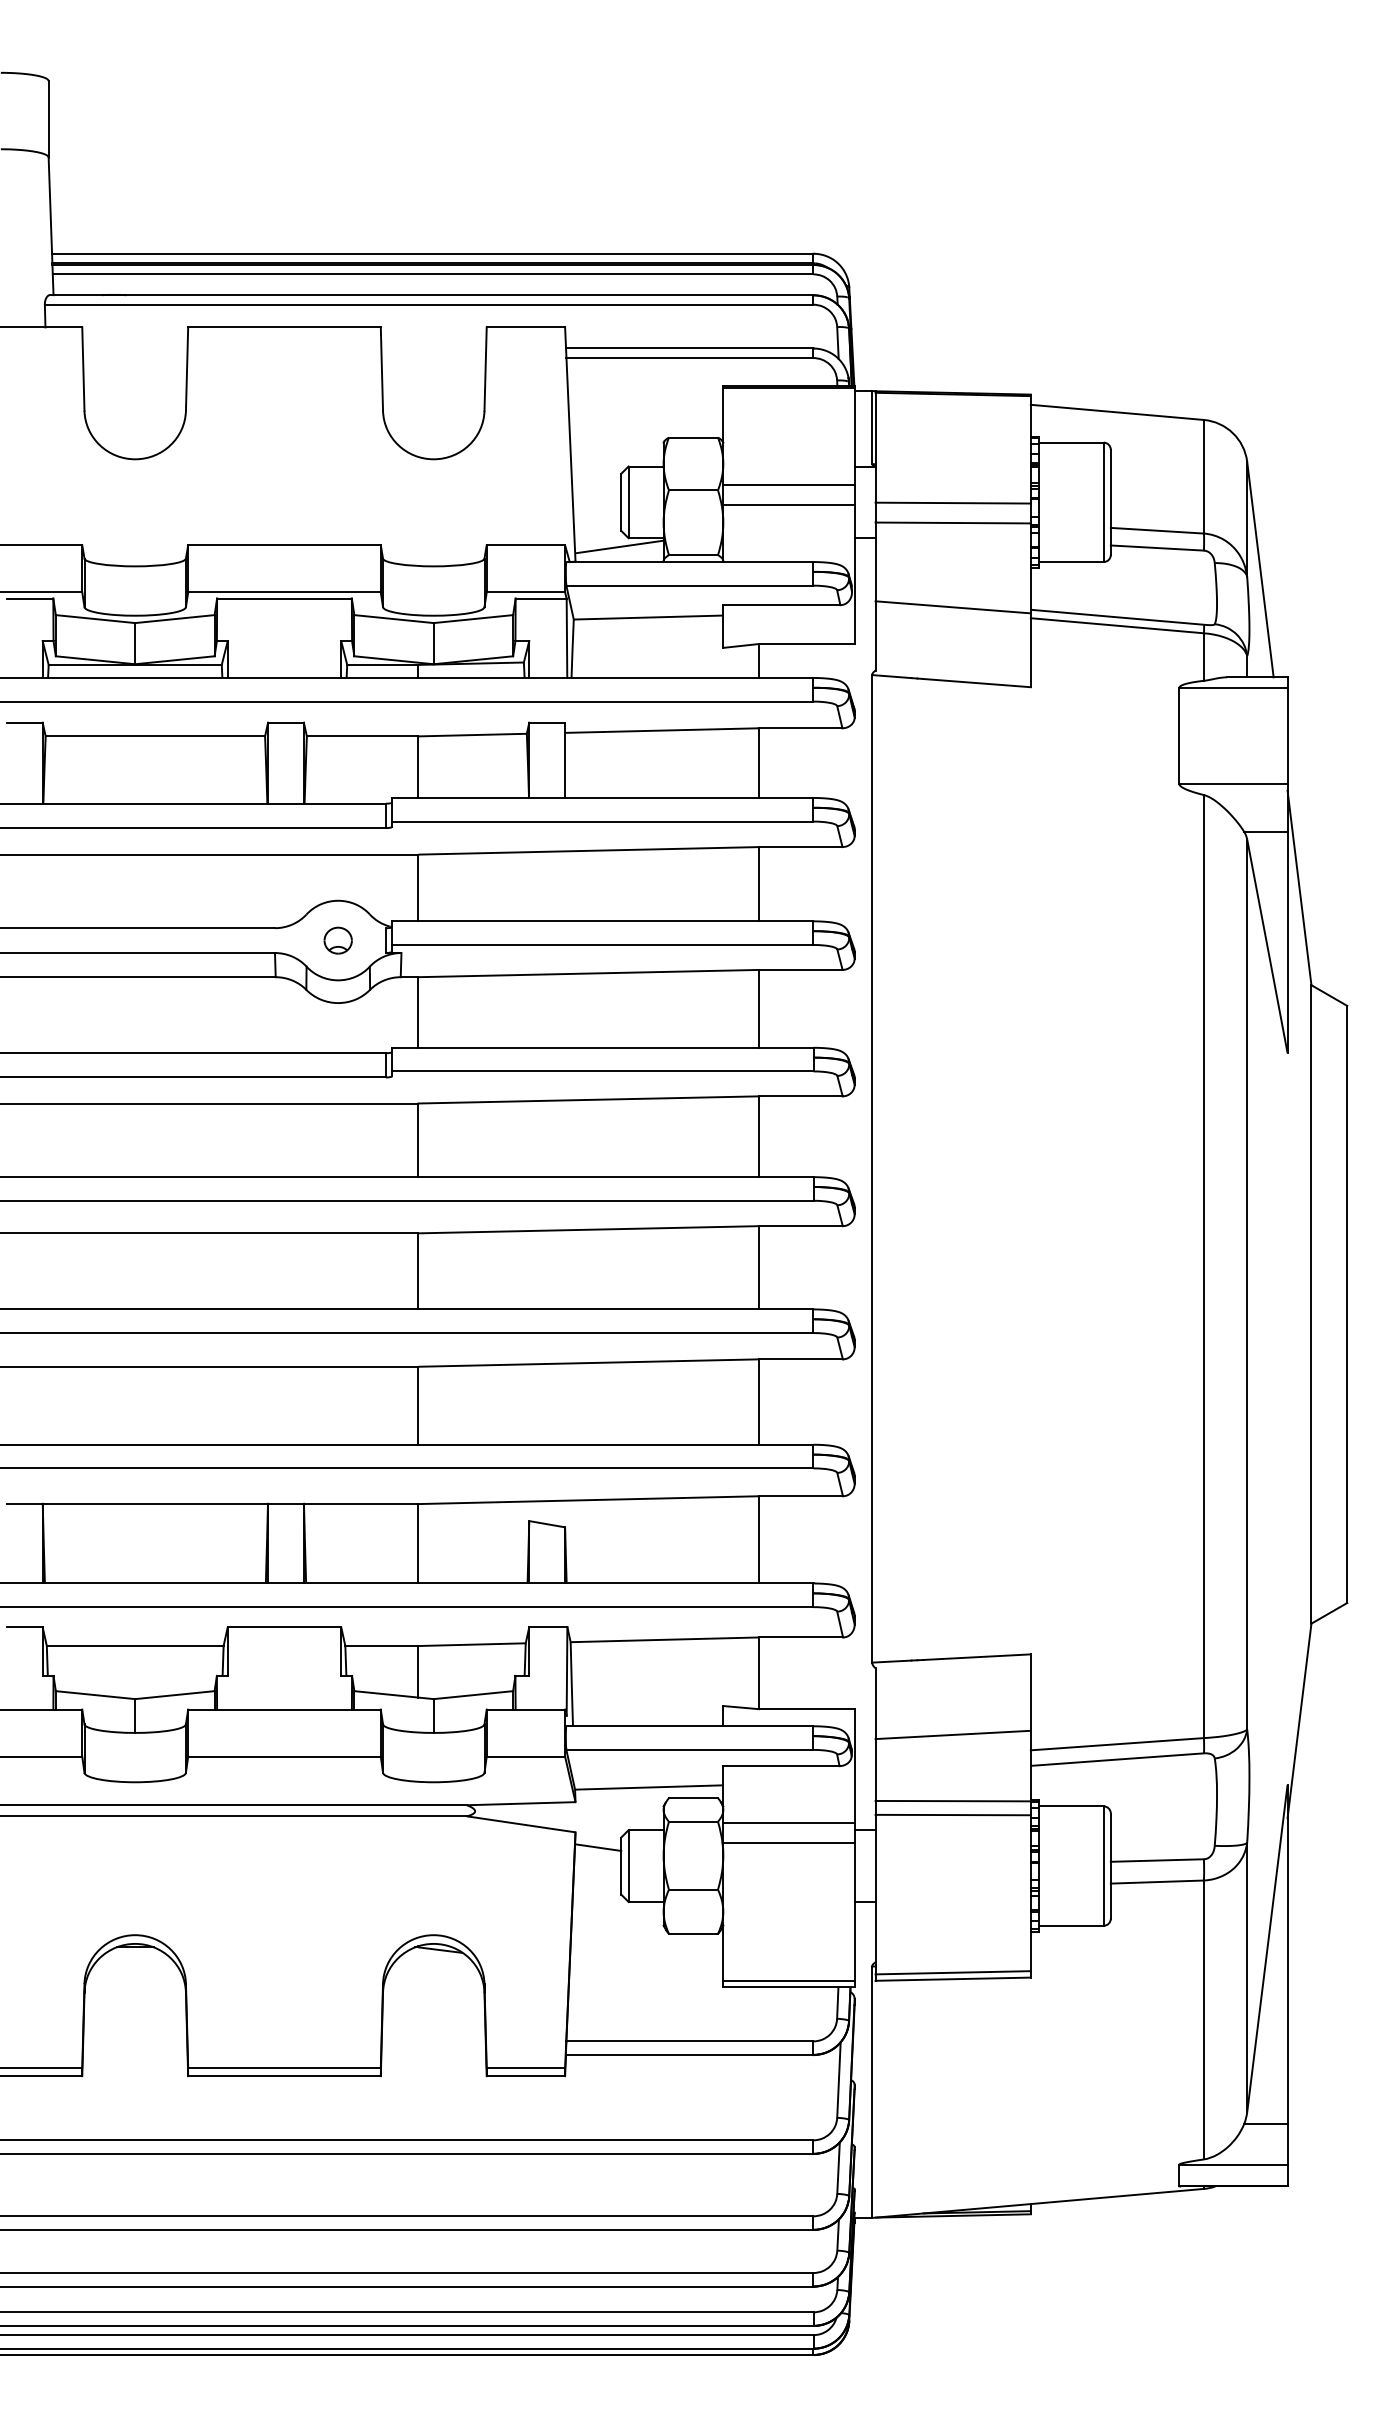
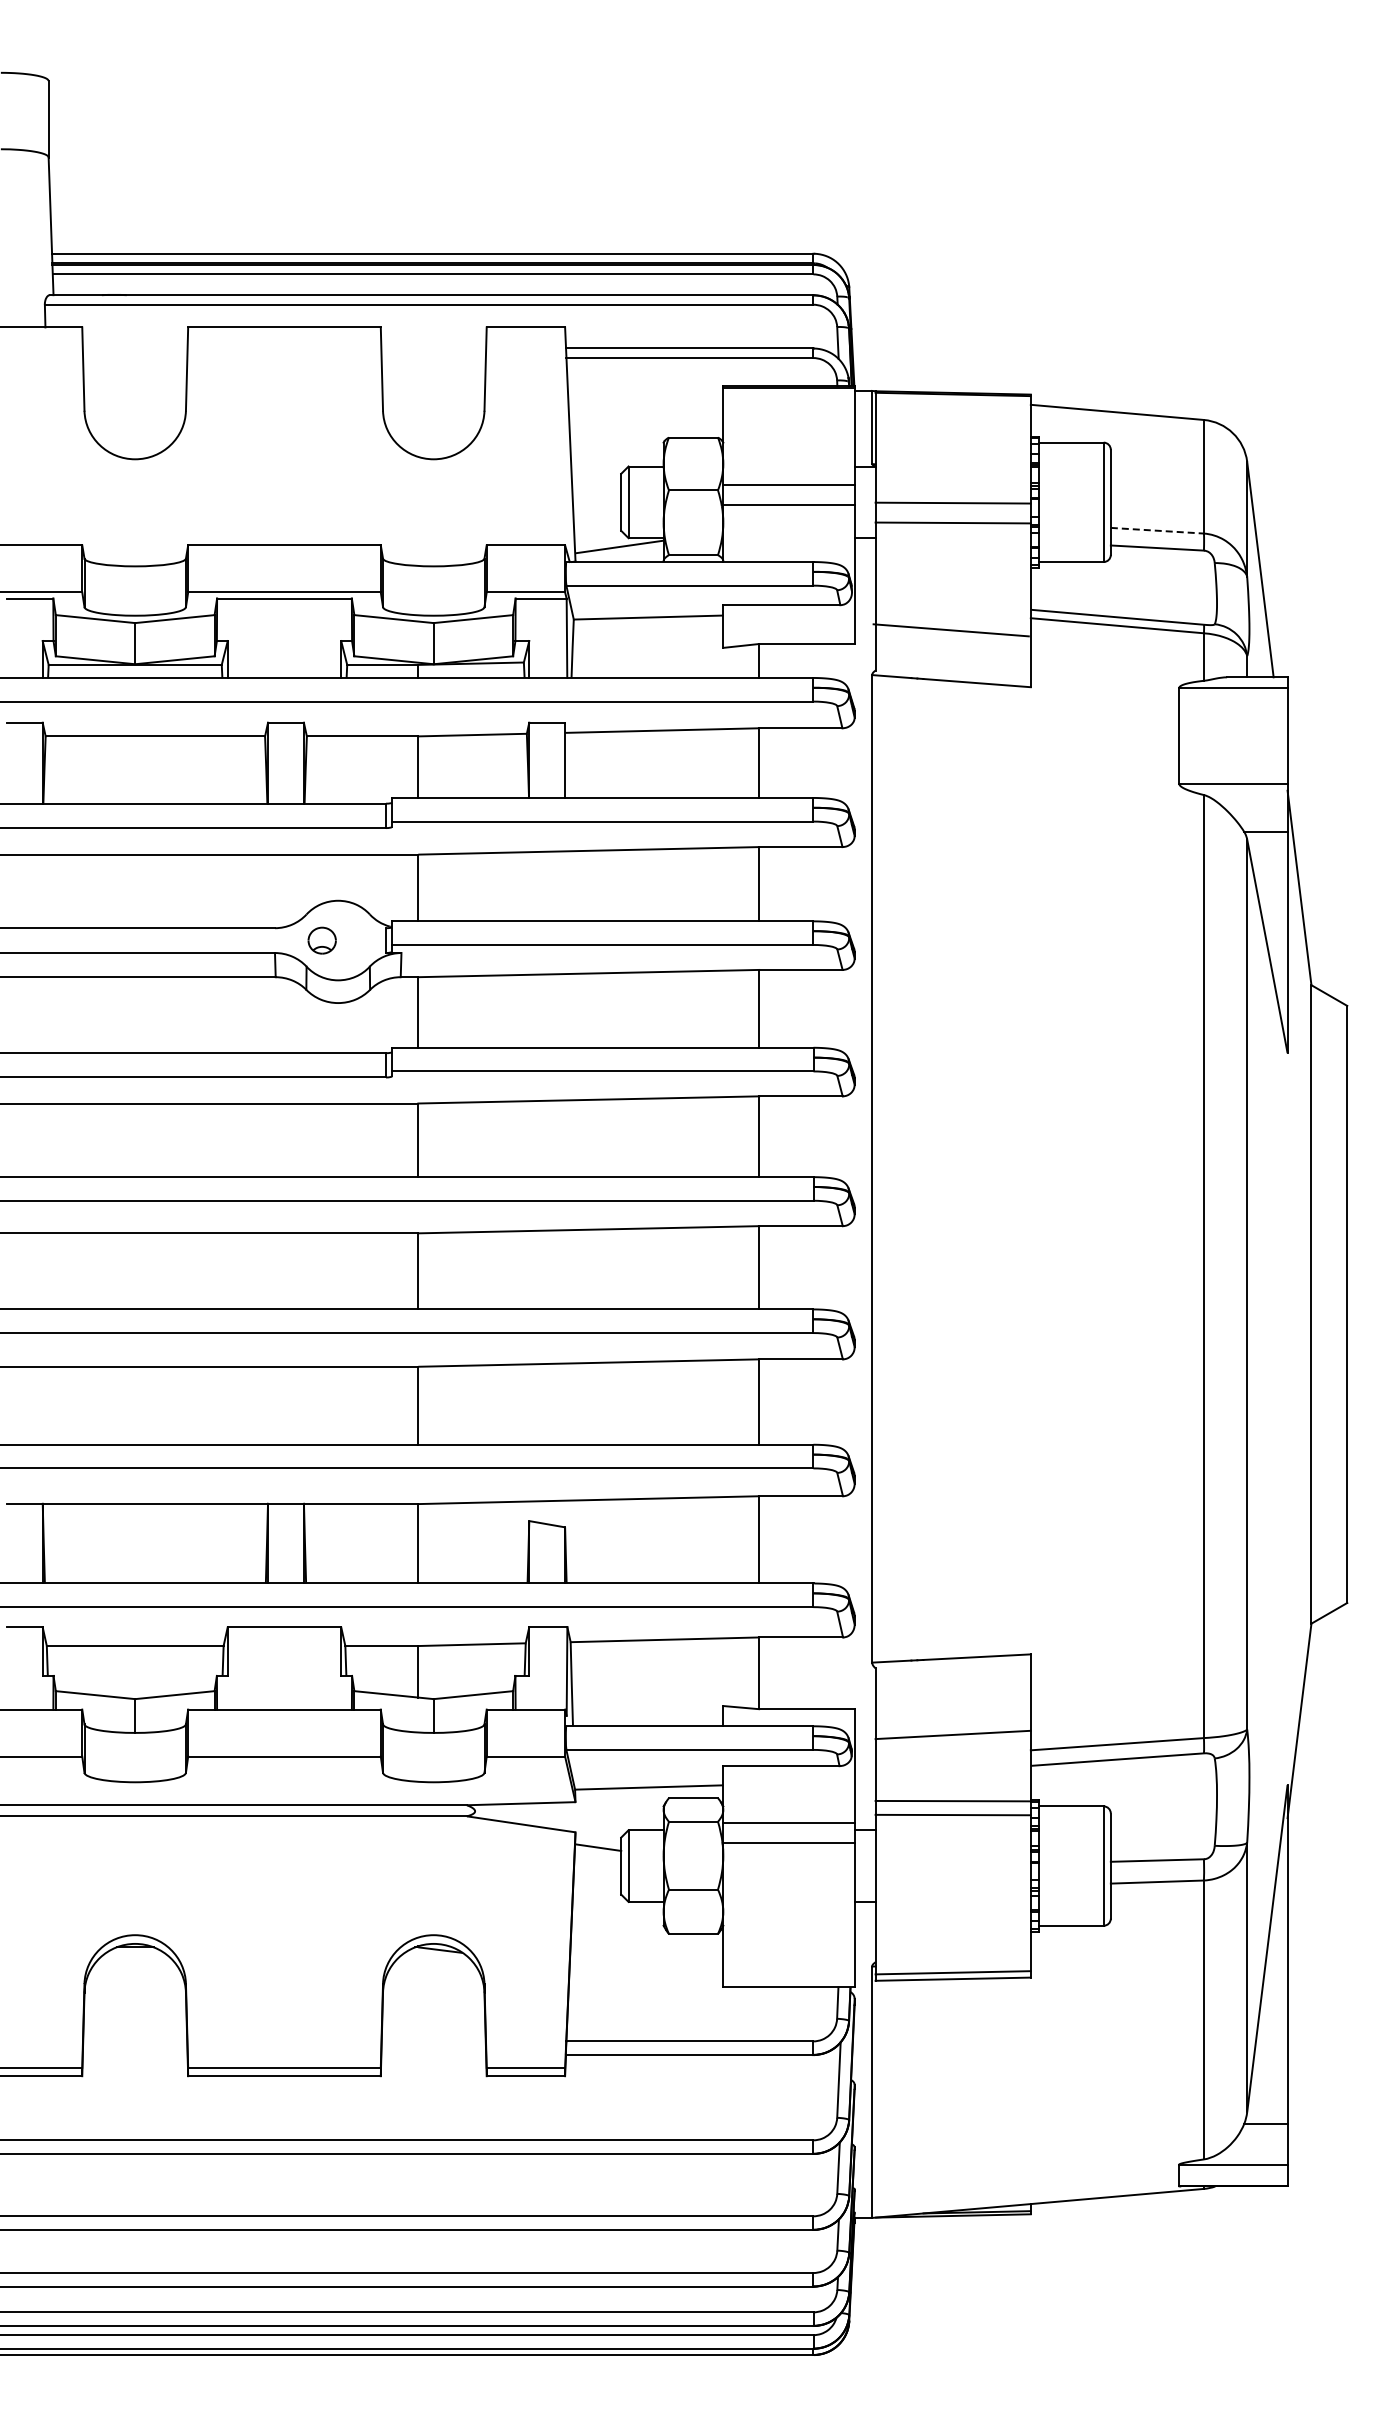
line at (1157, 530): solid -> dashed
line at (952, 607) position: (952, 607) -> (950, 630)
part at (337, 940) position: (337, 940) -> (321, 940)
line at (788, 1980): present -> none
